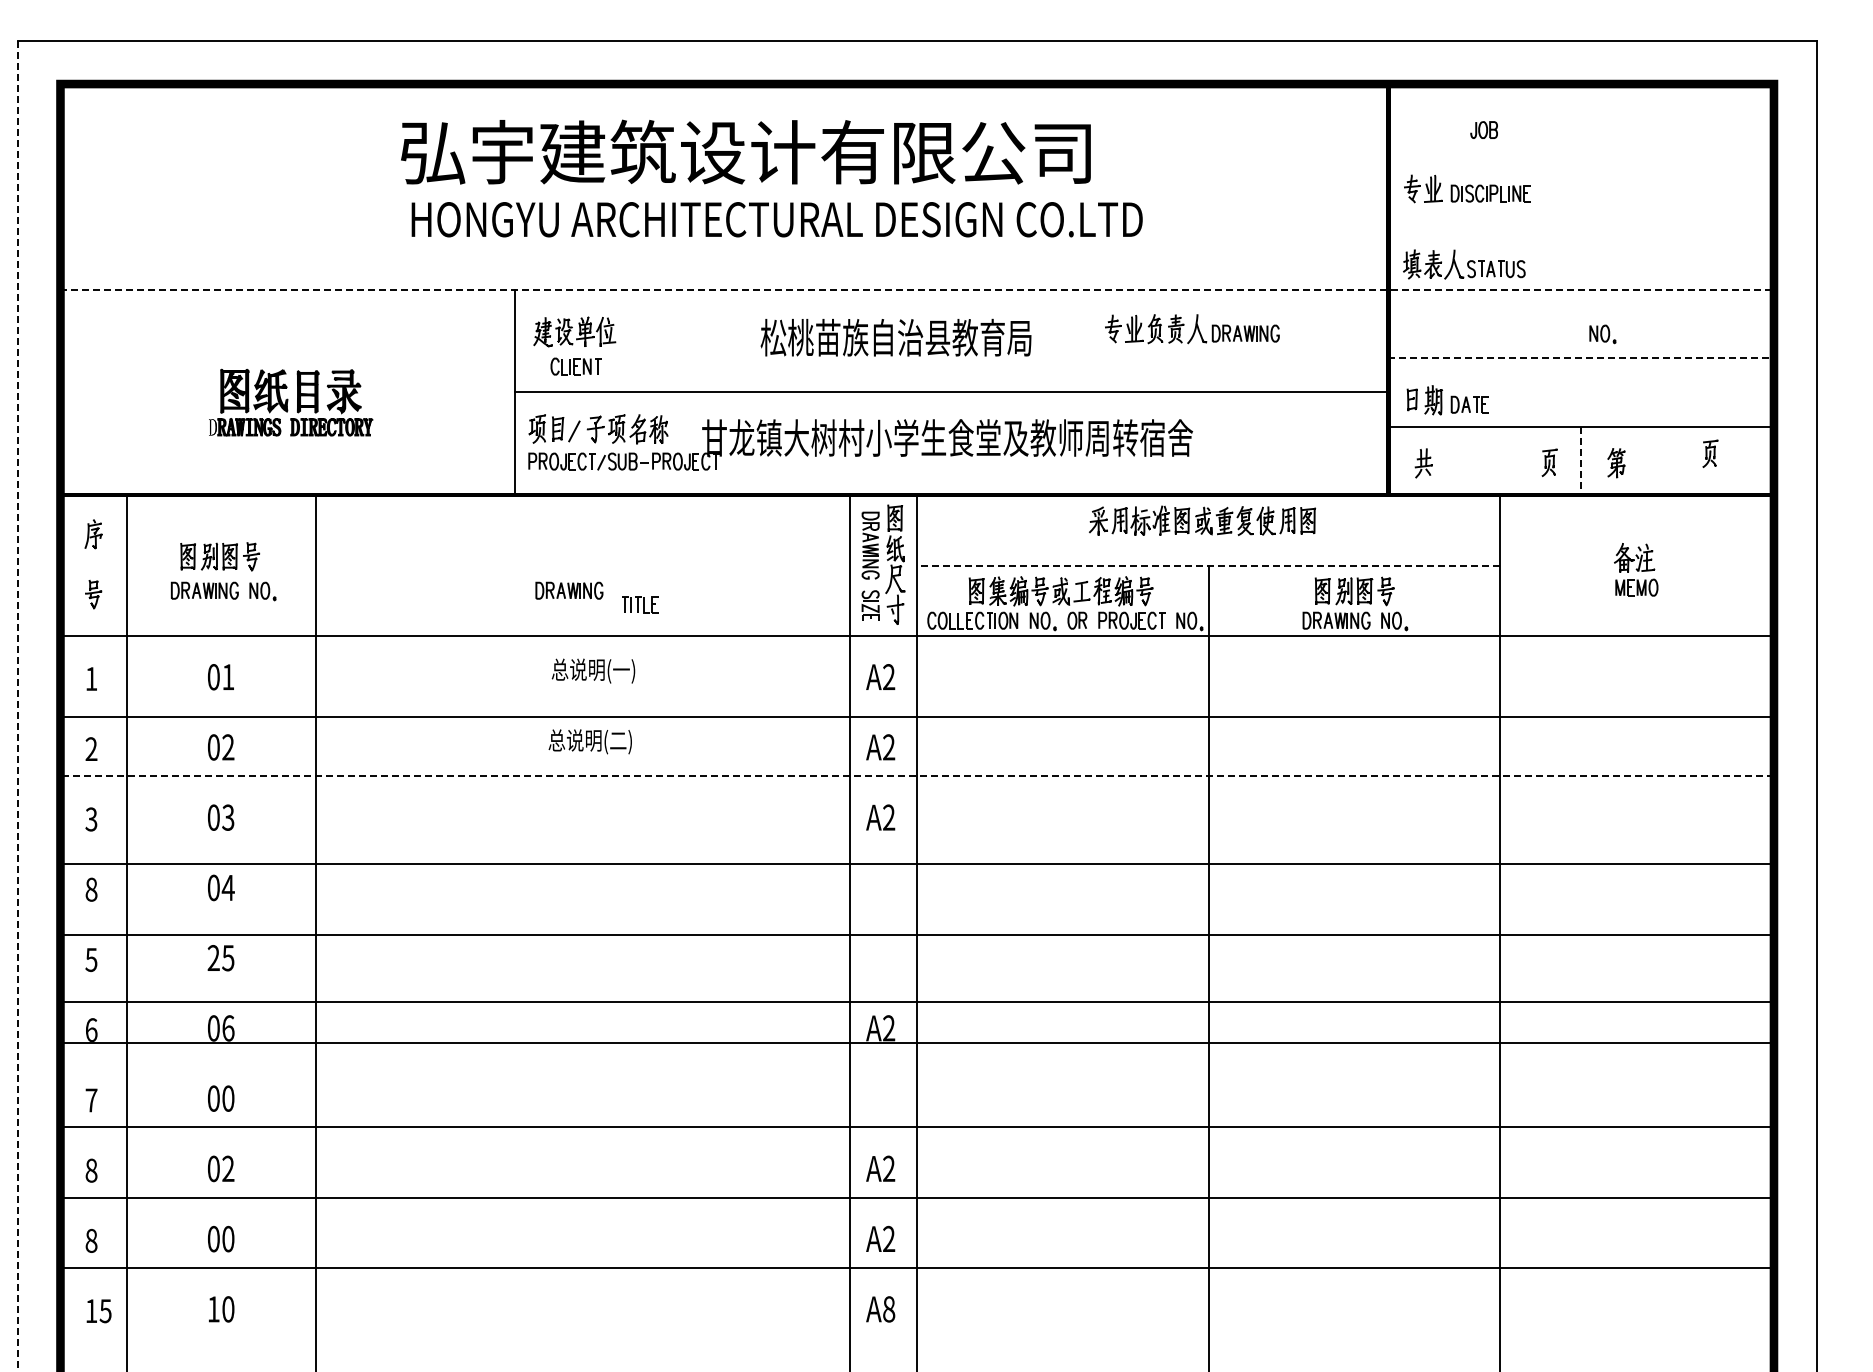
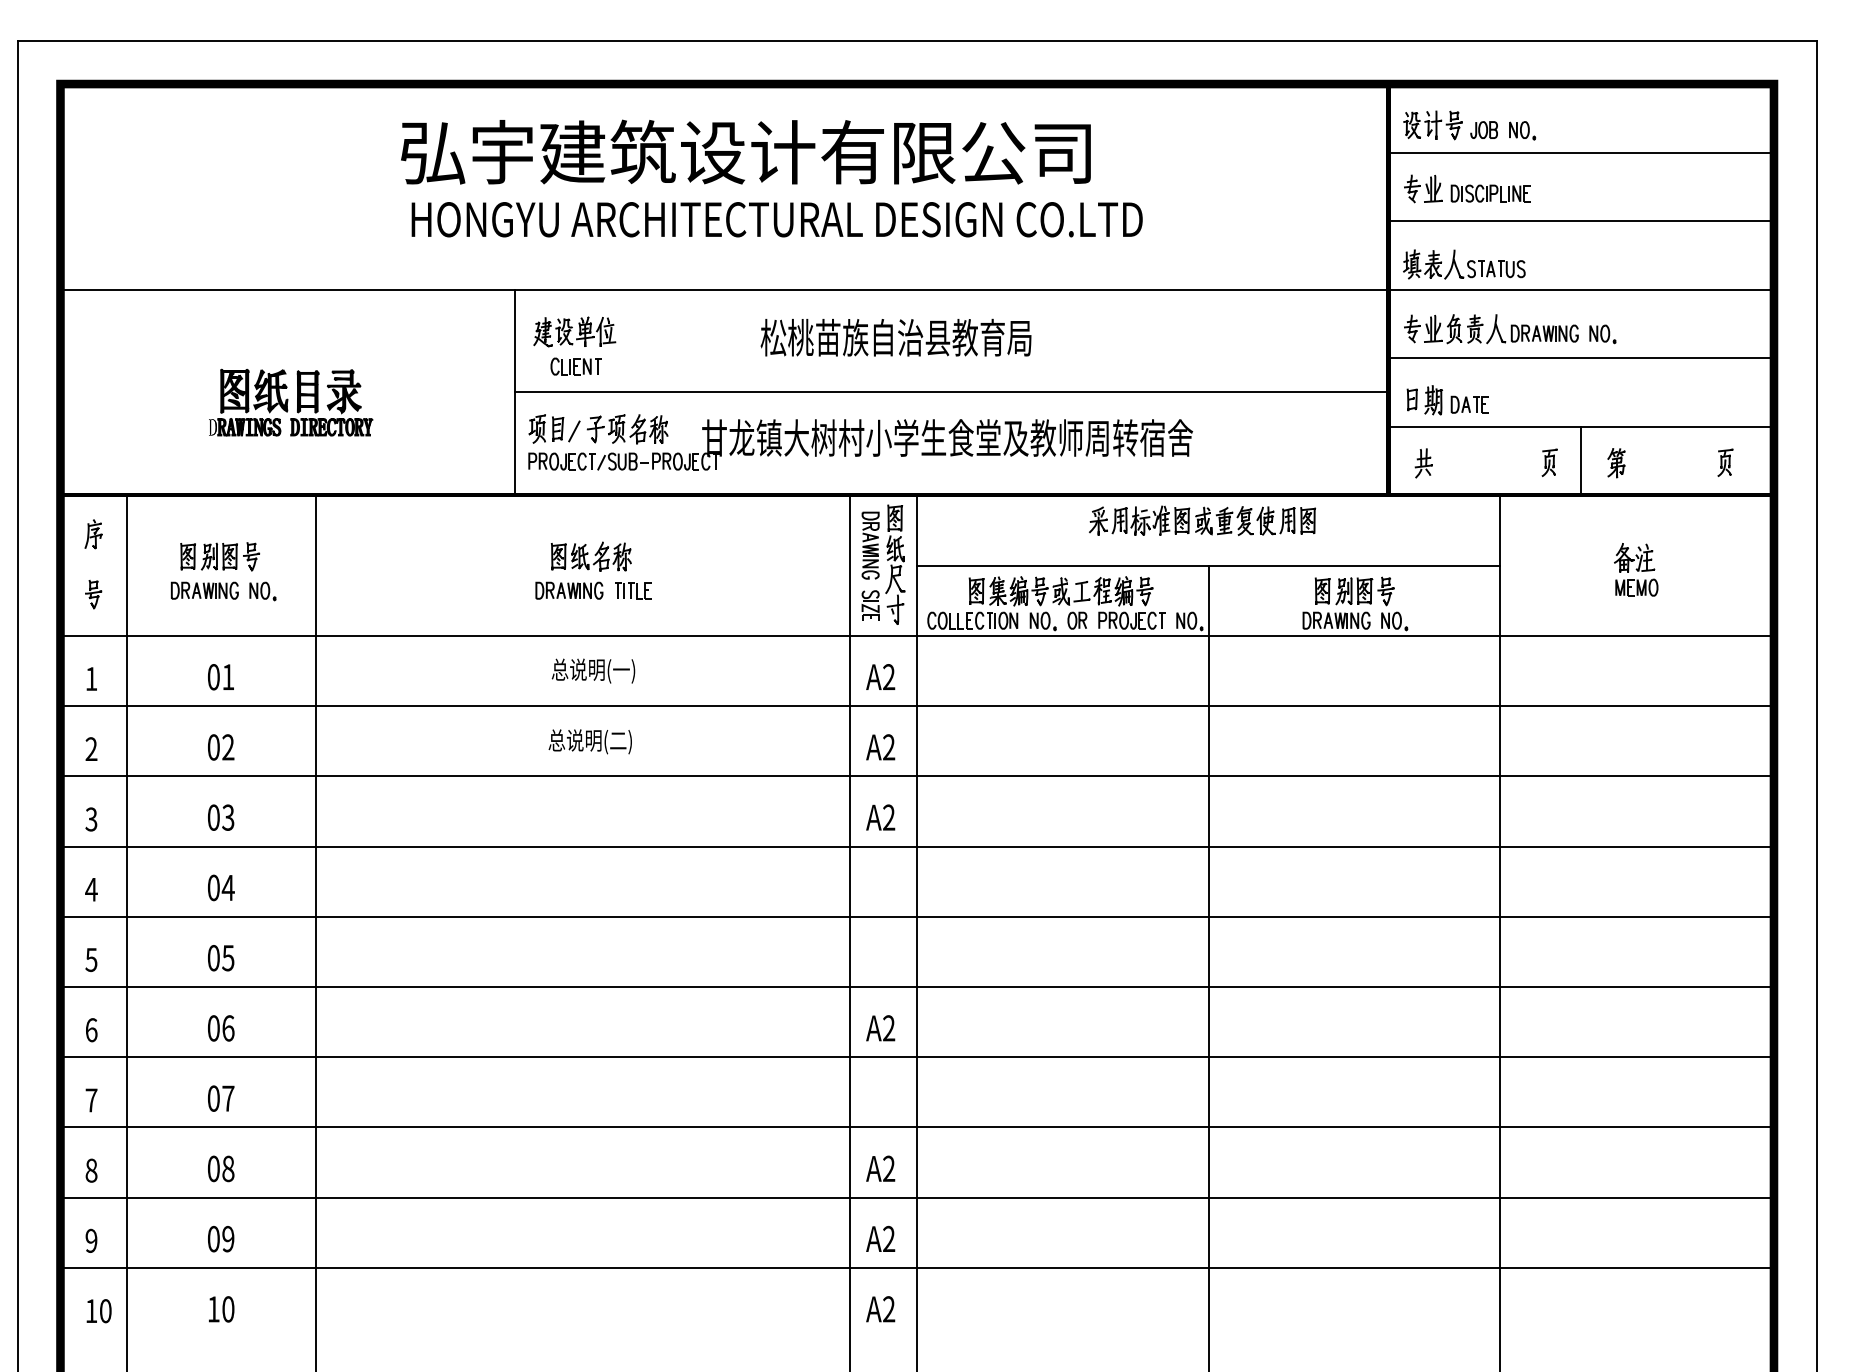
part at (1432, 125): none -> present
part at (1522, 130): none -> present
line at (1580, 152): none -> present
line at (1580, 221): none -> present
line at (917, 289): dashed -> solid
part at (1192, 329) position: (1192, 329) -> (1491, 329)
line at (1581, 358): dashed -> solid
part at (1710, 453) position: (1710, 453) -> (1725, 462)
line at (1581, 461): dashed -> solid
part at (591, 556): none -> present
line at (1208, 565): dashed -> solid
part at (640, 604) position: (640, 604) -> (633, 590)
line at (17, 707): dashed -> solid
line at (916, 717) position: (916, 717) -> (916, 706)
line at (917, 776): dashed -> solid
line at (916, 863) position: (916, 863) -> (916, 846)
text at (91, 889): 8 -> 4
line at (916, 934) position: (916, 934) -> (916, 916)
text at (213, 958): 25 -> 05
line at (916, 1001) position: (916, 1001) -> (916, 986)
line at (916, 1043) position: (916, 1043) -> (916, 1057)
text at (228, 1098): 00 -> 07
text at (228, 1168): 02 -> 08
text at (228, 1239): 00 -> 09
text at (91, 1240): 8 -> 9
text at (889, 1309): A8 -> A2
text at (105, 1311): 15 -> 10
